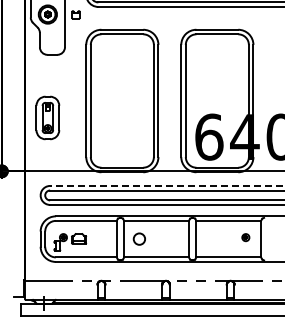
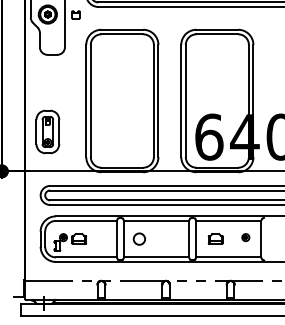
part at (47, 117) position: (47, 117) -> (47, 131)
line at (166, 185): dashed -> solid
part at (215, 238): none -> present
